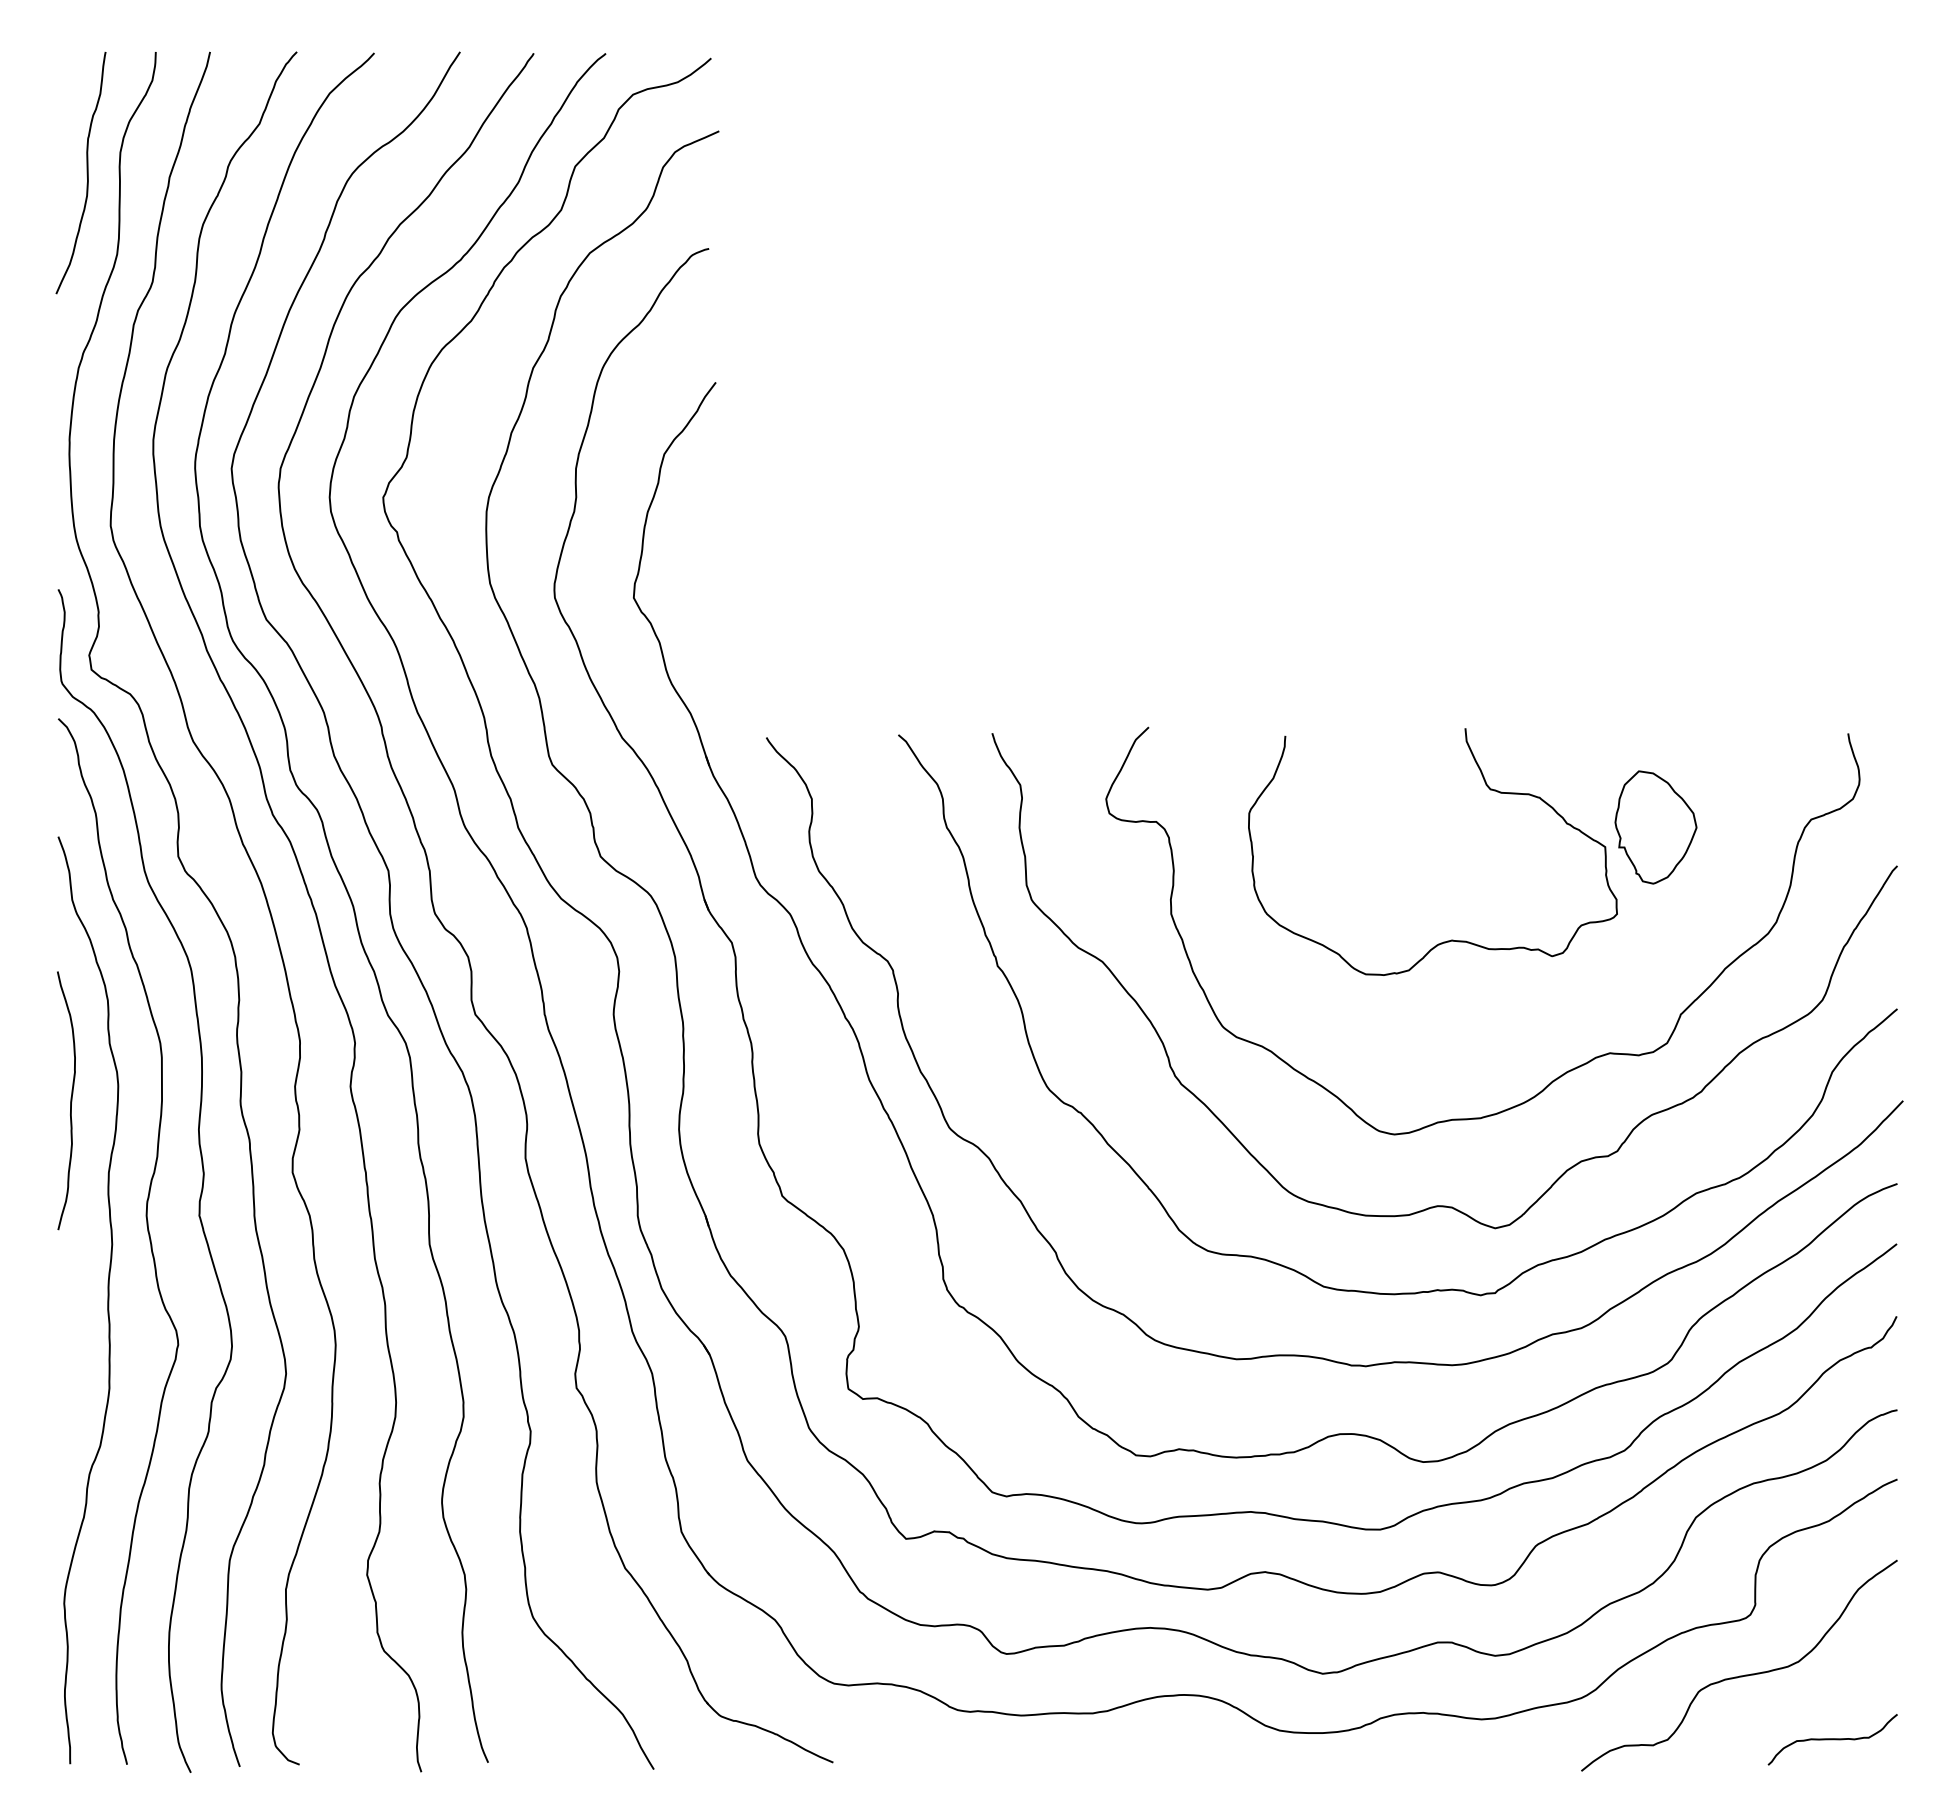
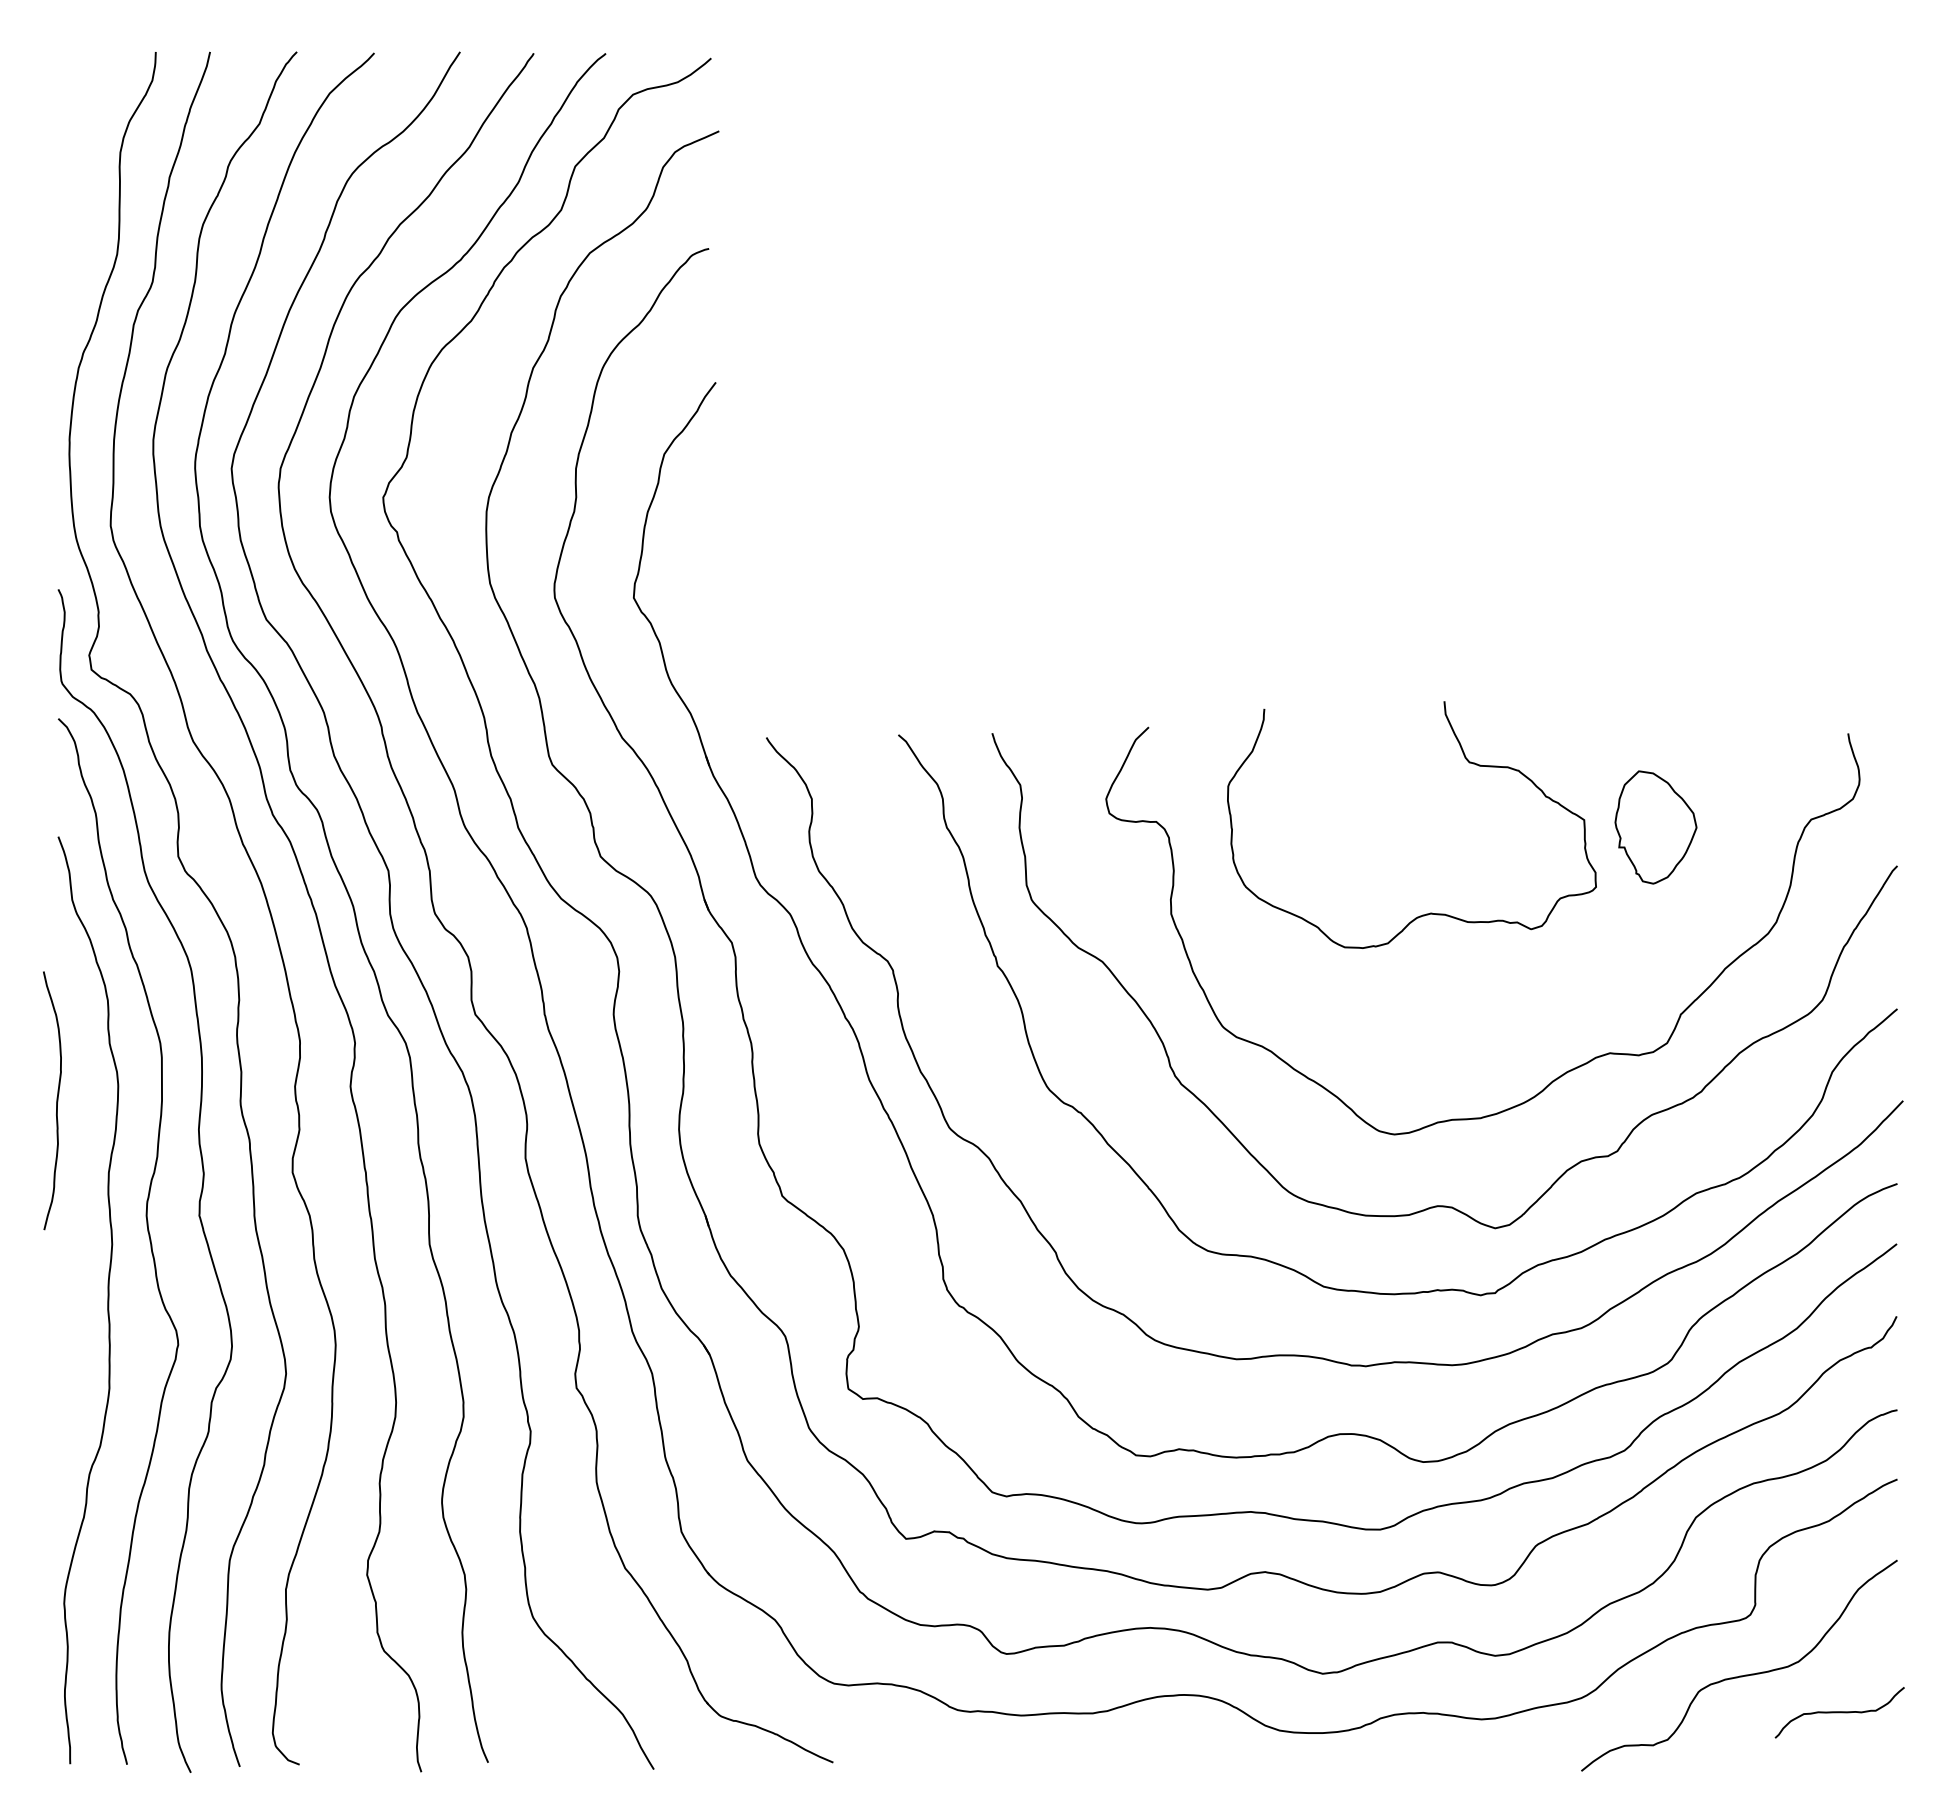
curve at (86, 173): present -> none
curve at (1490, 790) position: (1490, 790) -> (1469, 763)
curve at (70, 1100) position: (70, 1100) -> (56, 1100)
curve at (1832, 1739) position: (1832, 1739) -> (1839, 1712)
